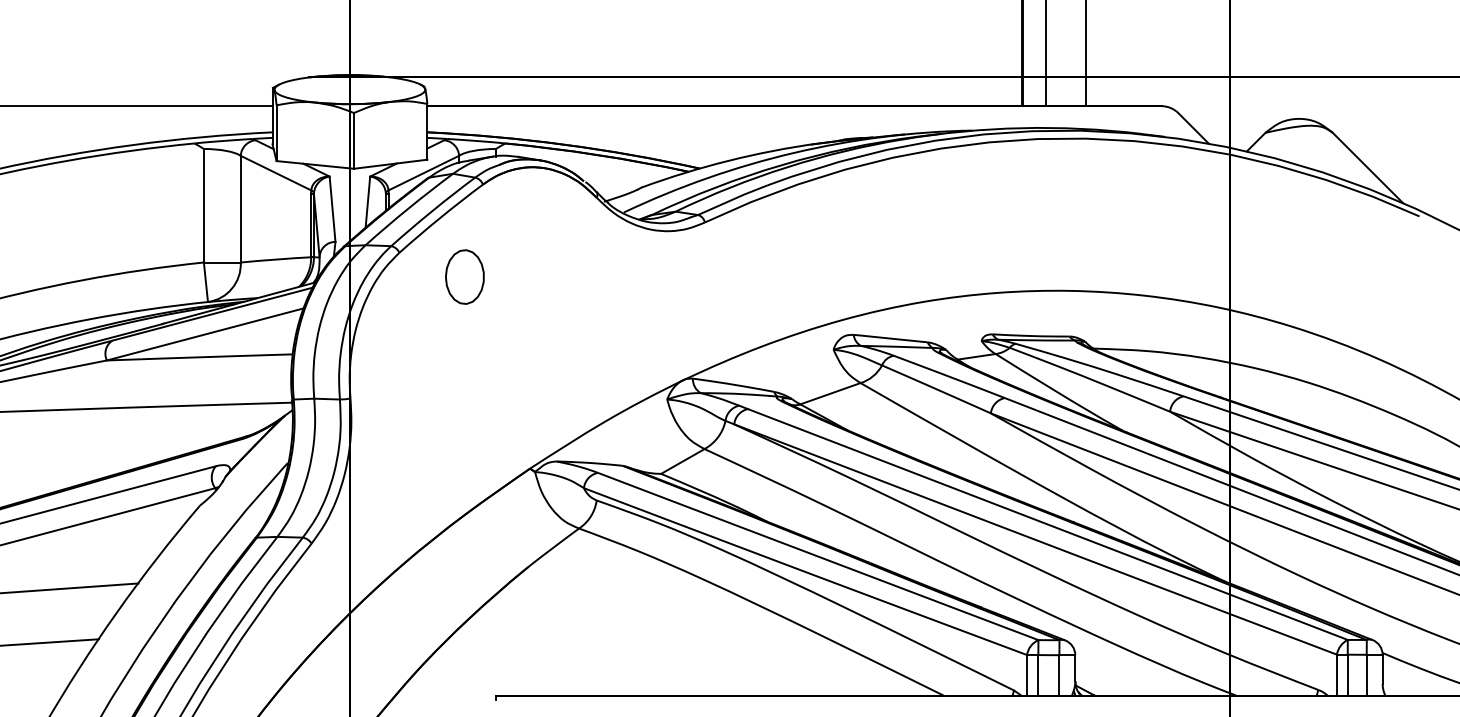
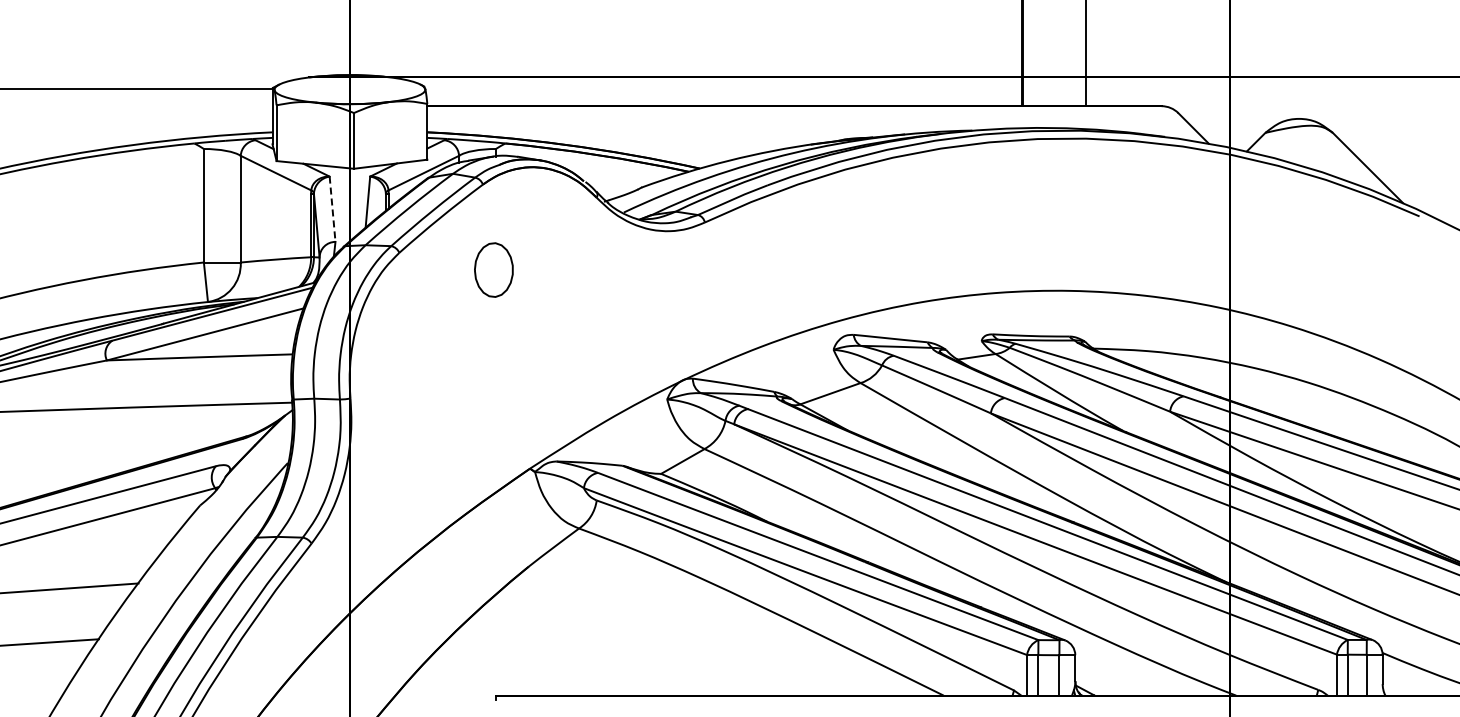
line at (1046, 54): present -> none
line at (137, 106) position: (137, 106) -> (137, 89)
line at (332, 209): solid -> dashed
part at (464, 276) position: (464, 276) -> (493, 269)
